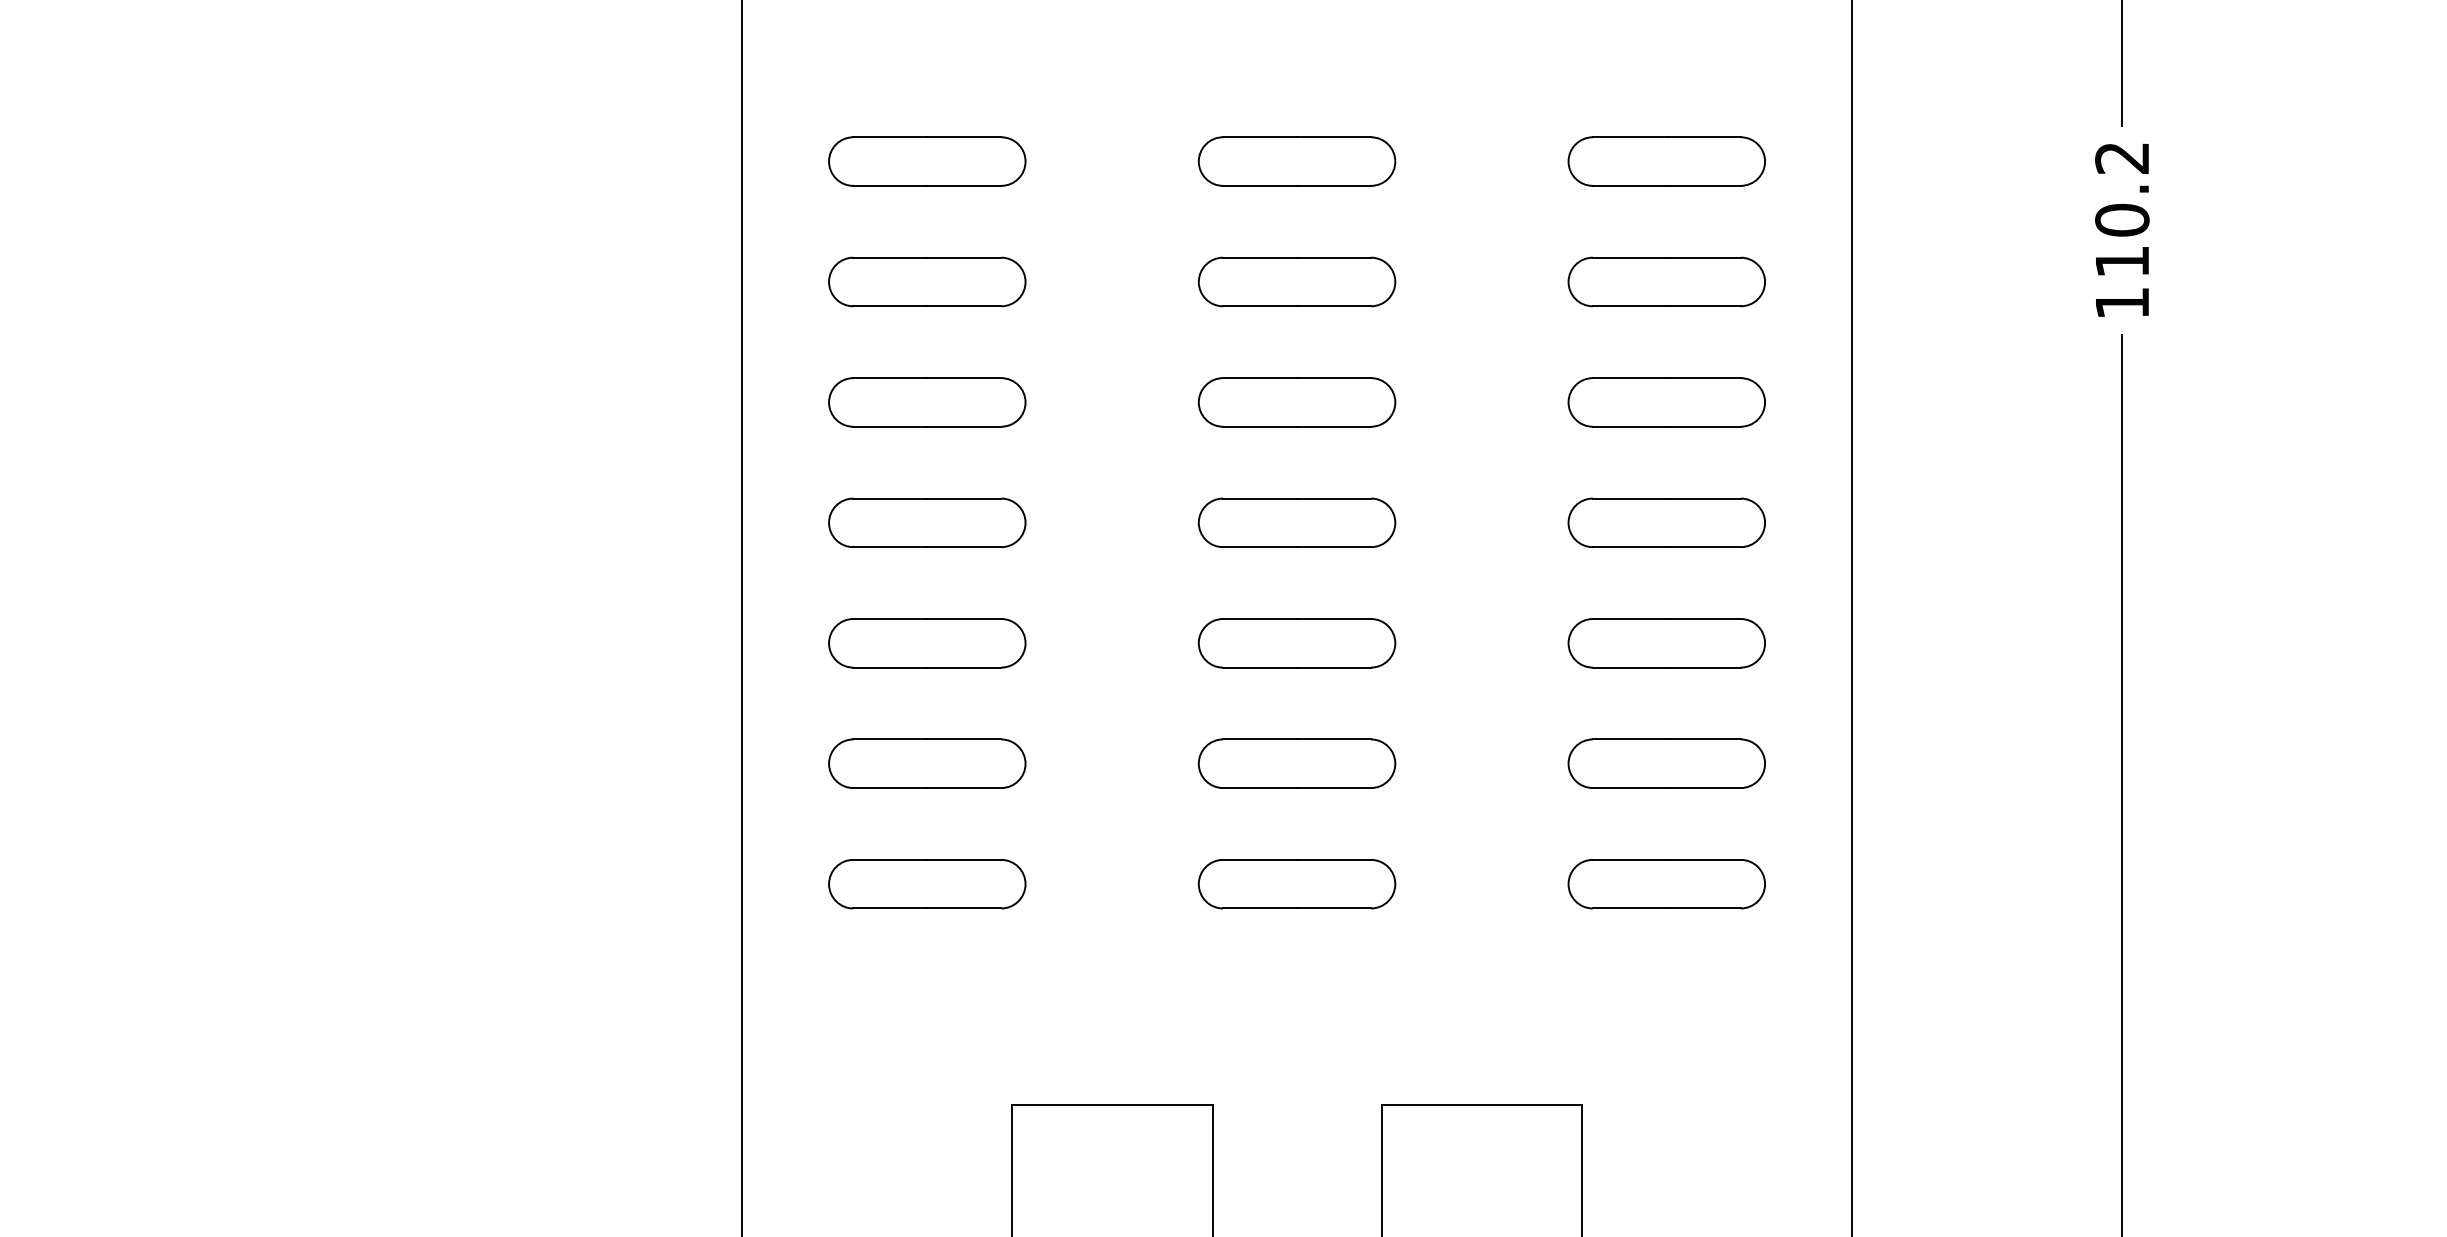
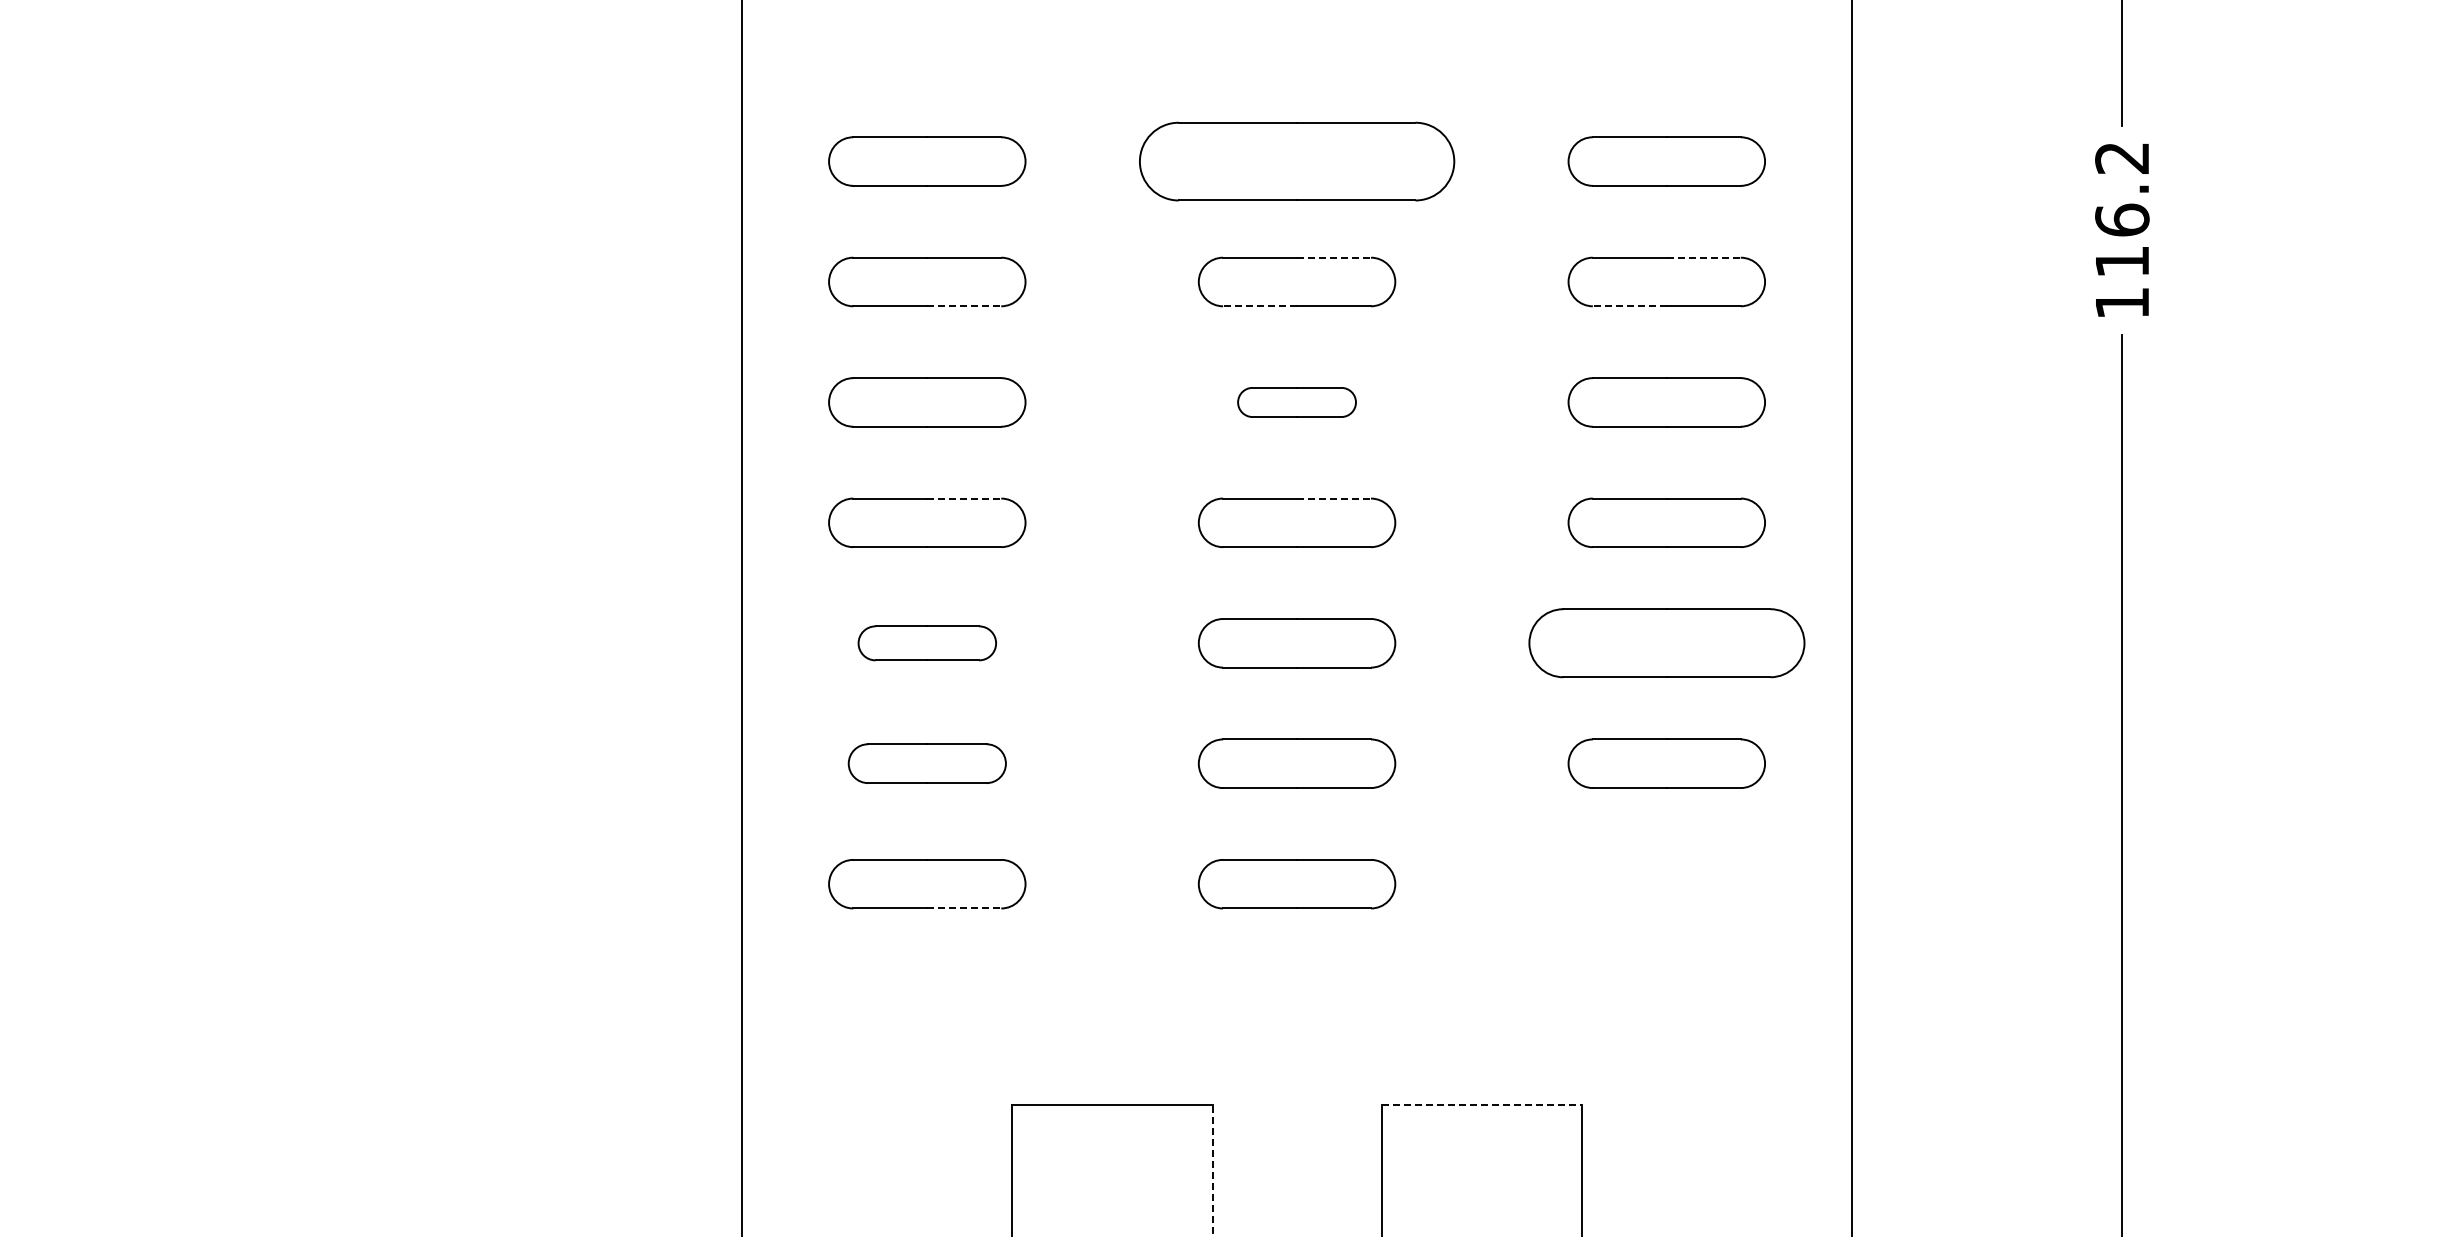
part at (1296, 161) size: 200x51 px -> 317x81 px
text at (2122, 219): 110.2 -> 116.2
line at (1334, 257): solid -> dashed
line at (1703, 257): solid -> dashed
line at (964, 306): solid -> dashed
line at (1260, 306): solid -> dashed
line at (1629, 306): solid -> dashed
part at (1296, 402) size: 200x51 px -> 120x31 px
line at (964, 498): solid -> dashed
line at (1334, 498): solid -> dashed
part at (927, 643) size: 199x51 px -> 140x37 px
part at (1666, 643) size: 199x51 px -> 278x71 px
part at (927, 763) size: 199x51 px -> 160x41 px
part at (1666, 884): present -> none
line at (964, 908): solid -> dashed
line at (1482, 1104): solid -> dashed
line at (1212, 1170): solid -> dashed
